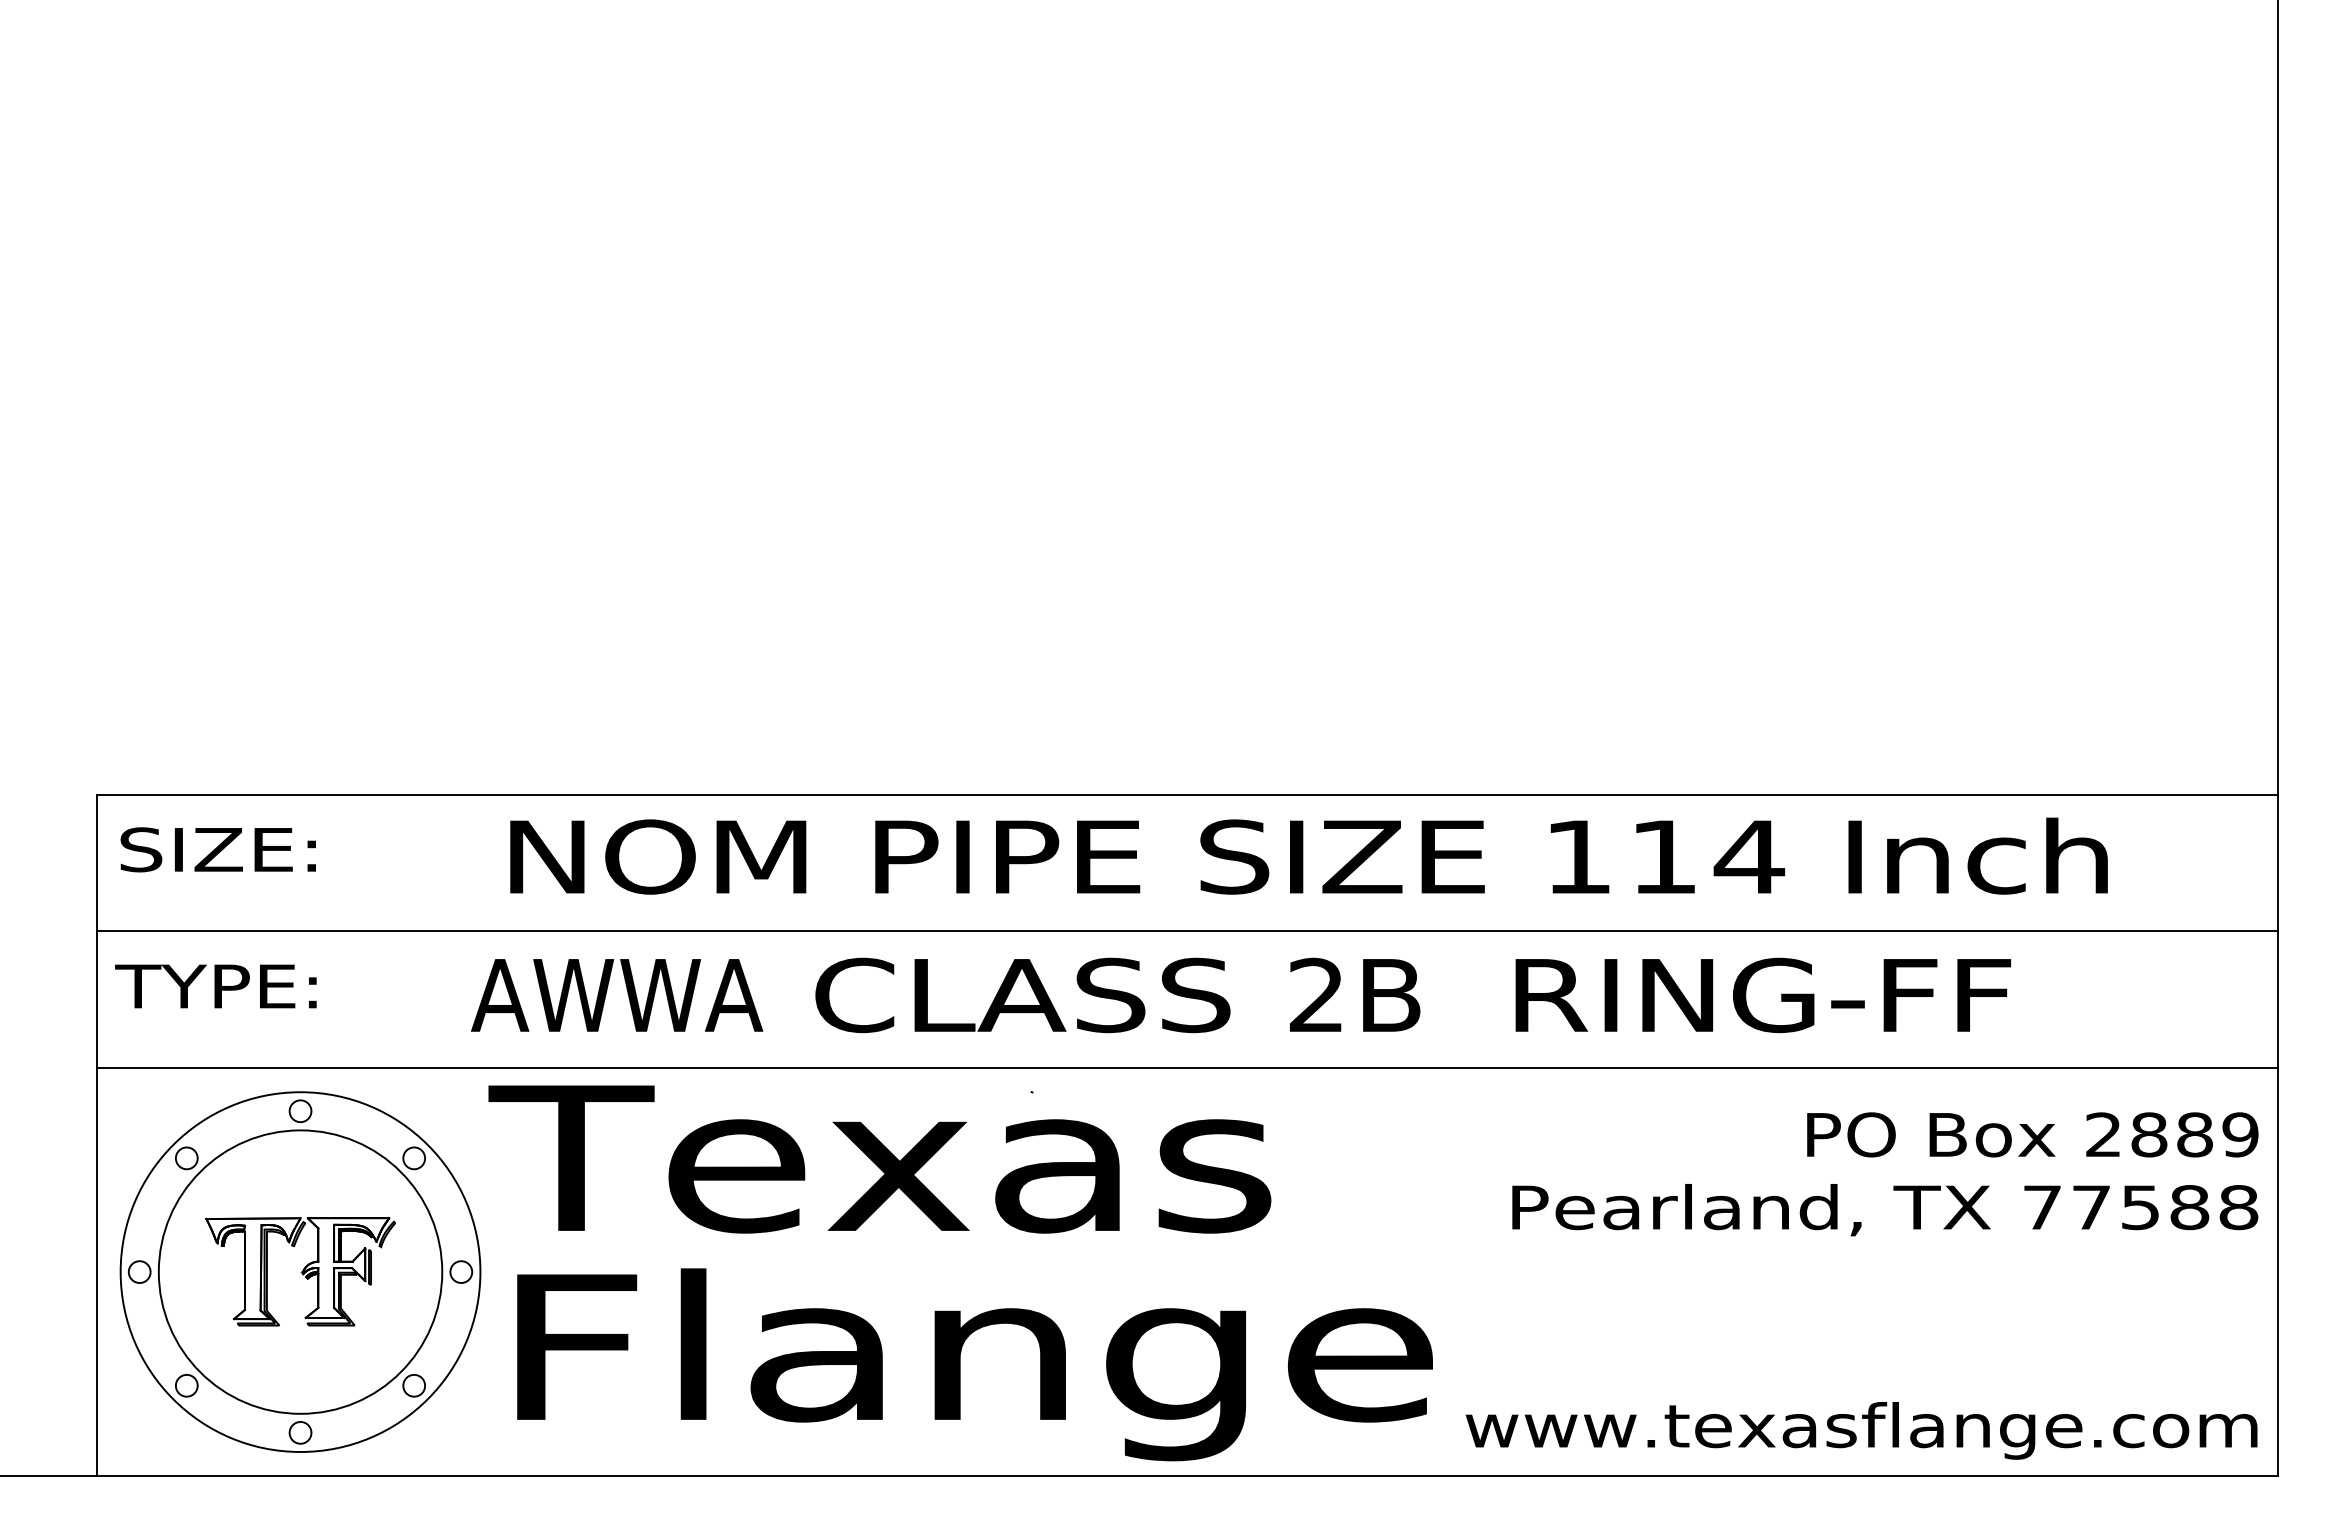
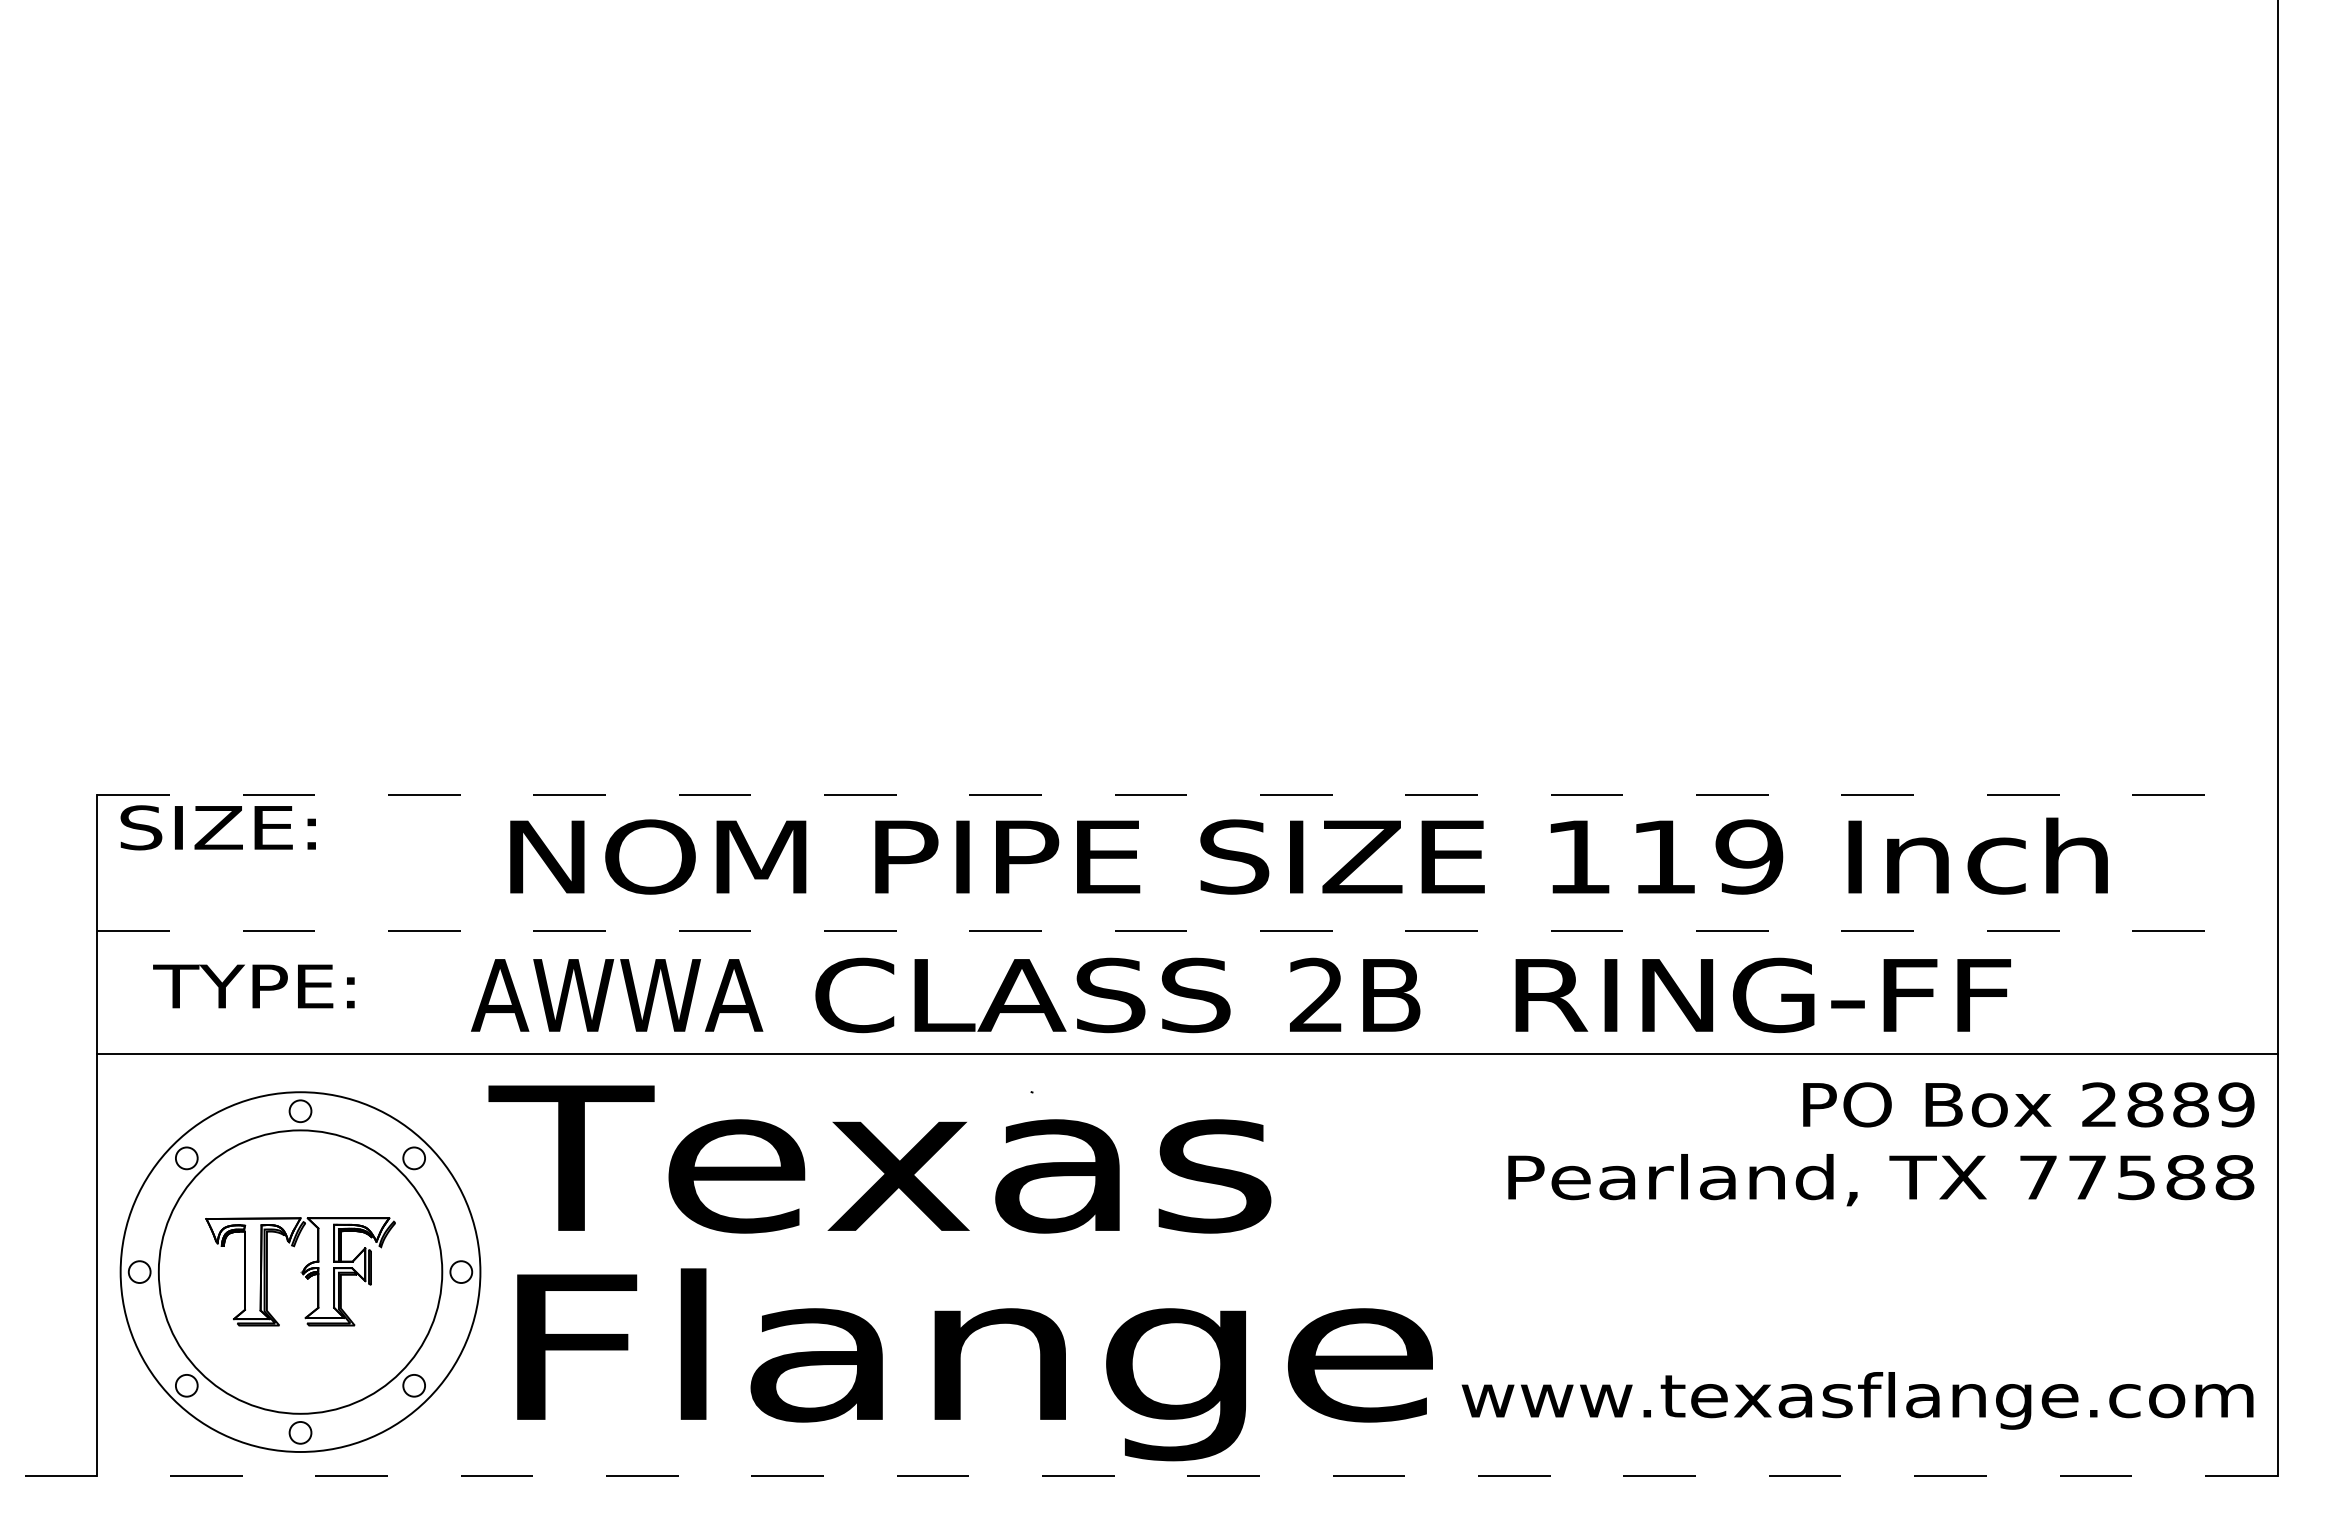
line at (1187, 795): solid -> dashed
text at (217, 849) position: (217, 849) -> (217, 827)
text at (1749, 856): 114 -> 119
line at (1187, 931): solid -> dashed
text at (215, 986) position: (215, 986) -> (253, 986)
line at (1187, 1067) position: (1187, 1067) -> (1187, 1053)
text at (1861, 1285) position: (1861, 1285) -> (1857, 1255)
line at (1139, 1476): solid -> dashed
